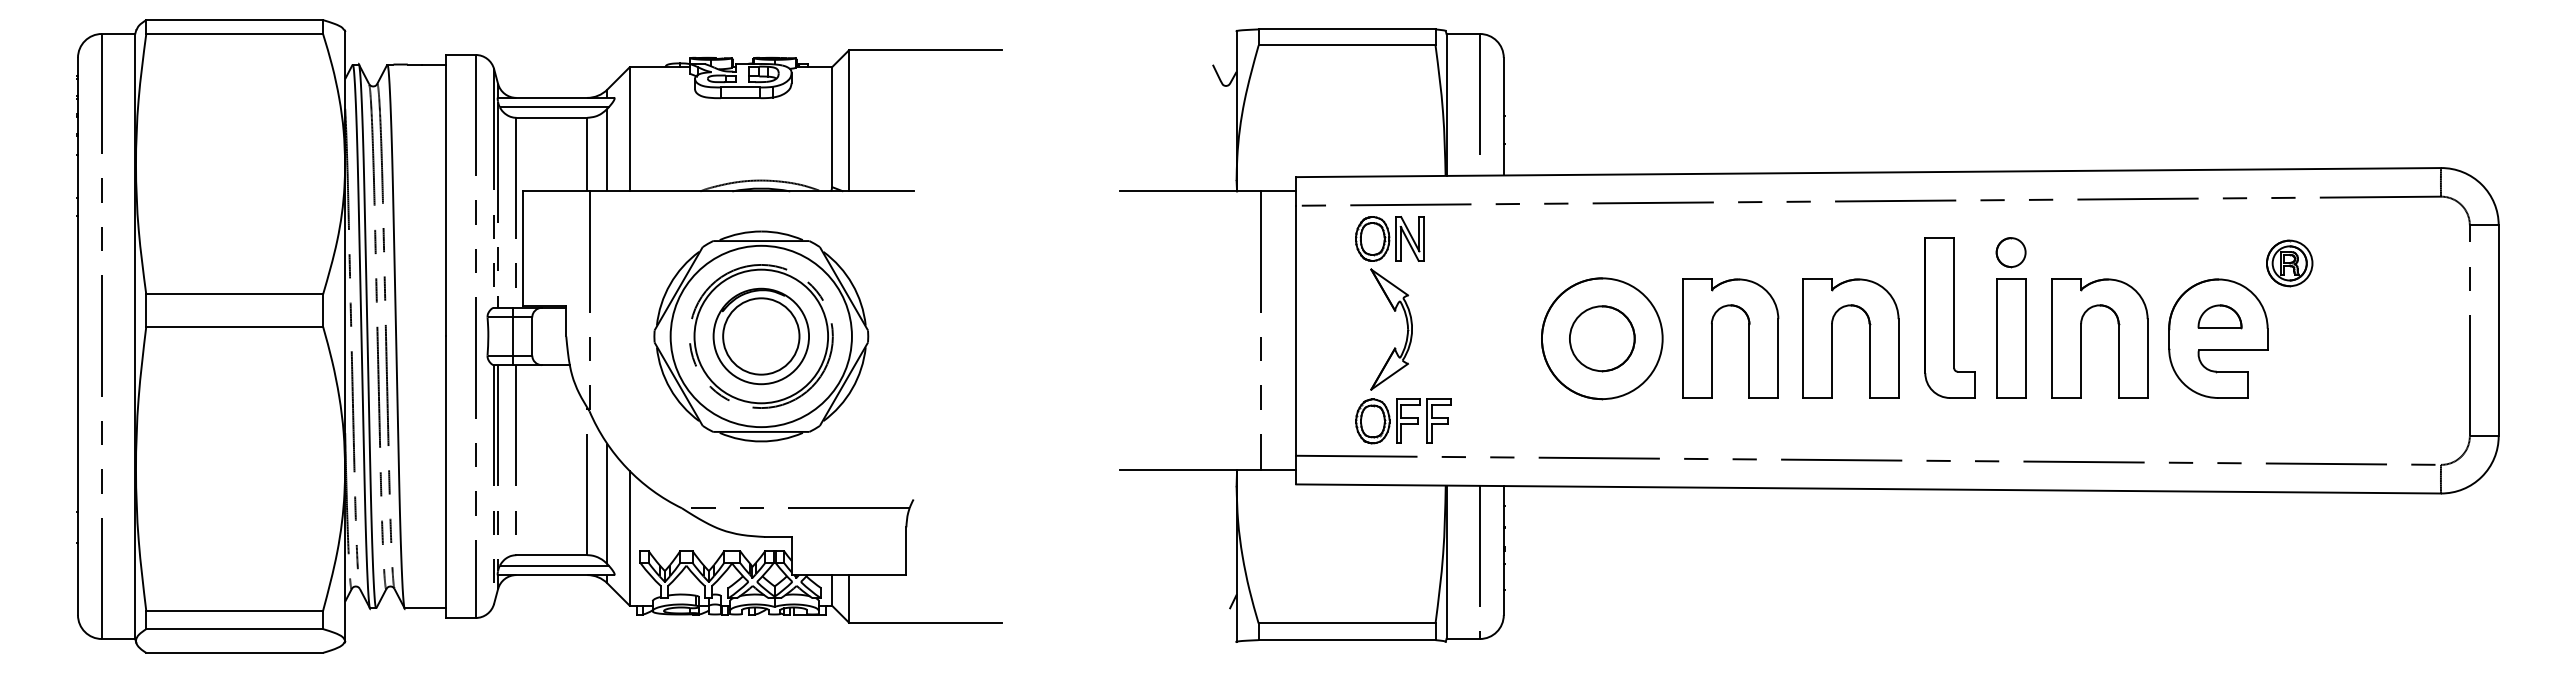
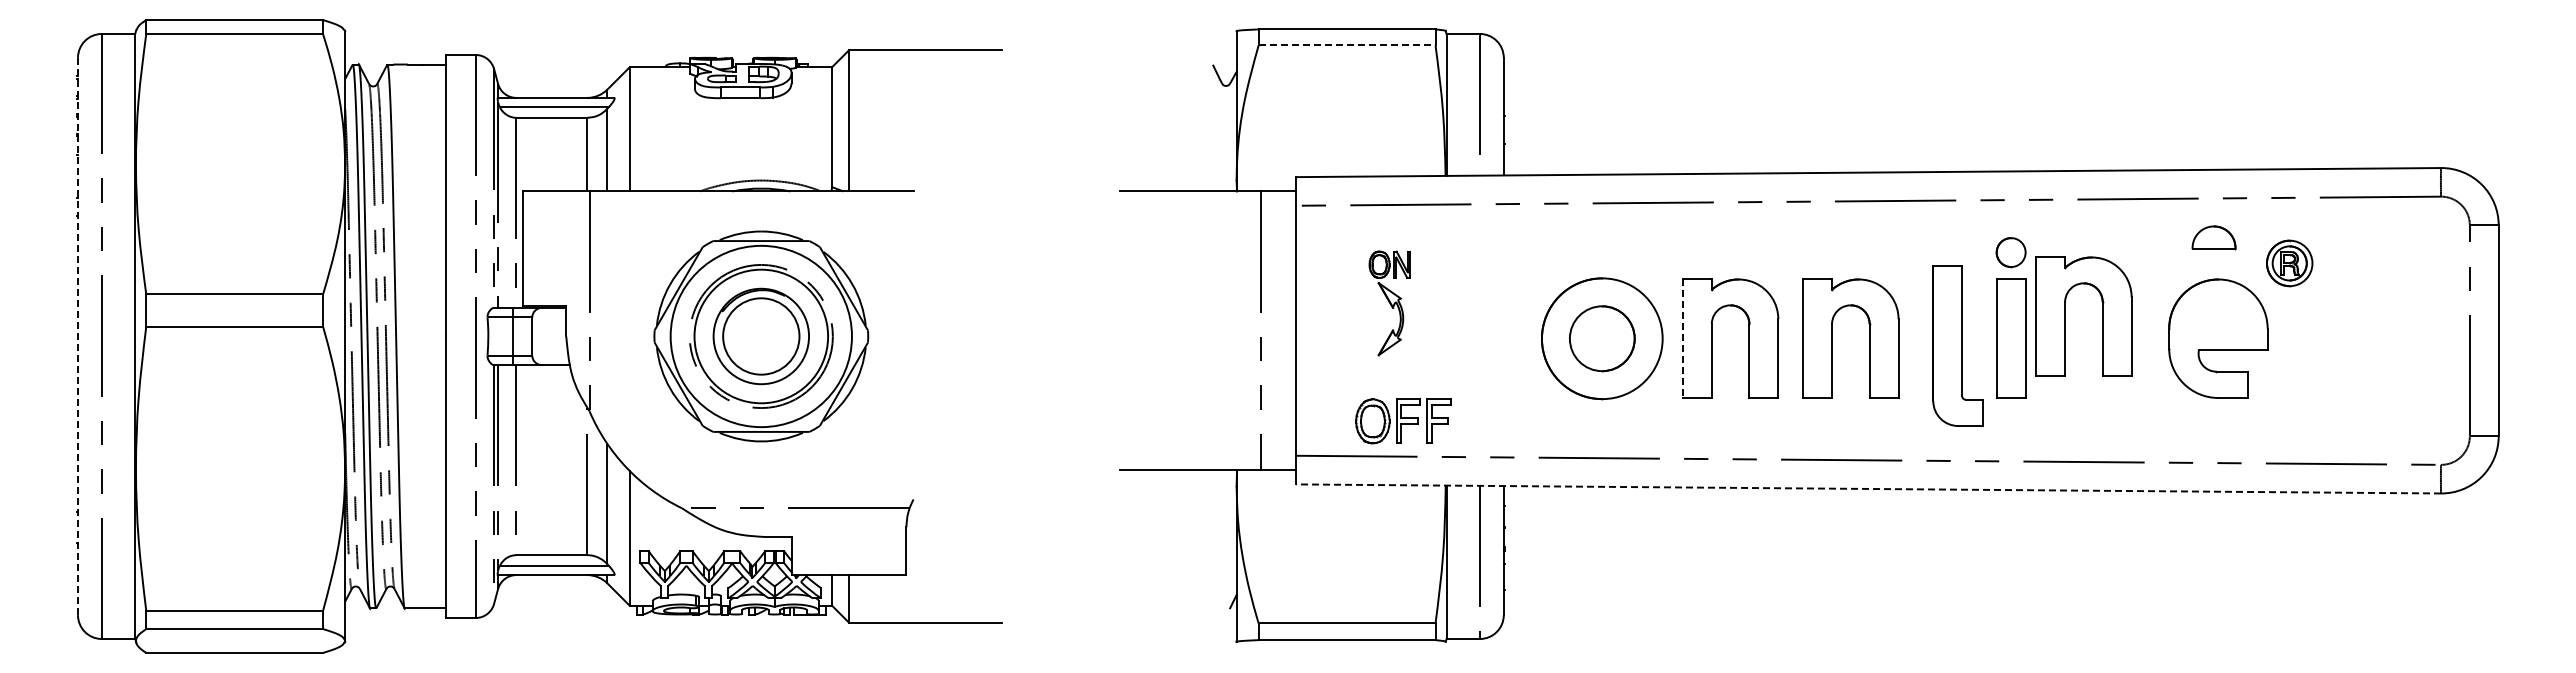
line at (1347, 45): solid -> dashed
part at (1389, 303) size: 70x175 px -> 43x107 px
part at (2219, 316) position: (2219, 316) -> (2213, 237)
part at (1949, 317) position: (1949, 317) -> (1957, 345)
line at (78, 336): solid -> dashed
part at (2081, 338) position: (2081, 338) -> (2065, 316)
line at (1682, 339): solid -> dashed
line at (1868, 488): solid -> dashed
